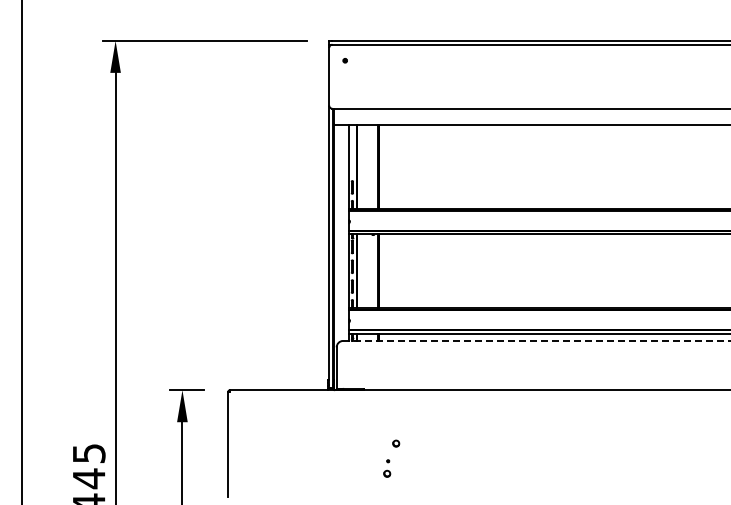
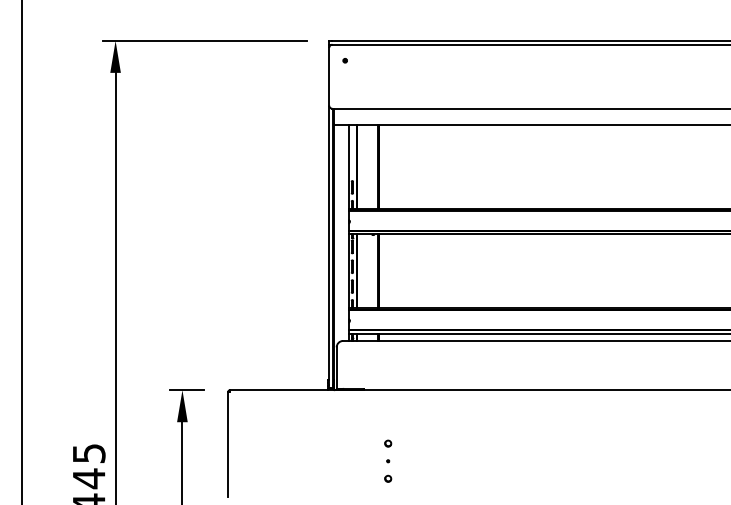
line at (536, 340): dashed -> solid
part at (396, 443) position: (396, 443) -> (388, 443)
part at (387, 473) position: (387, 473) -> (388, 478)
